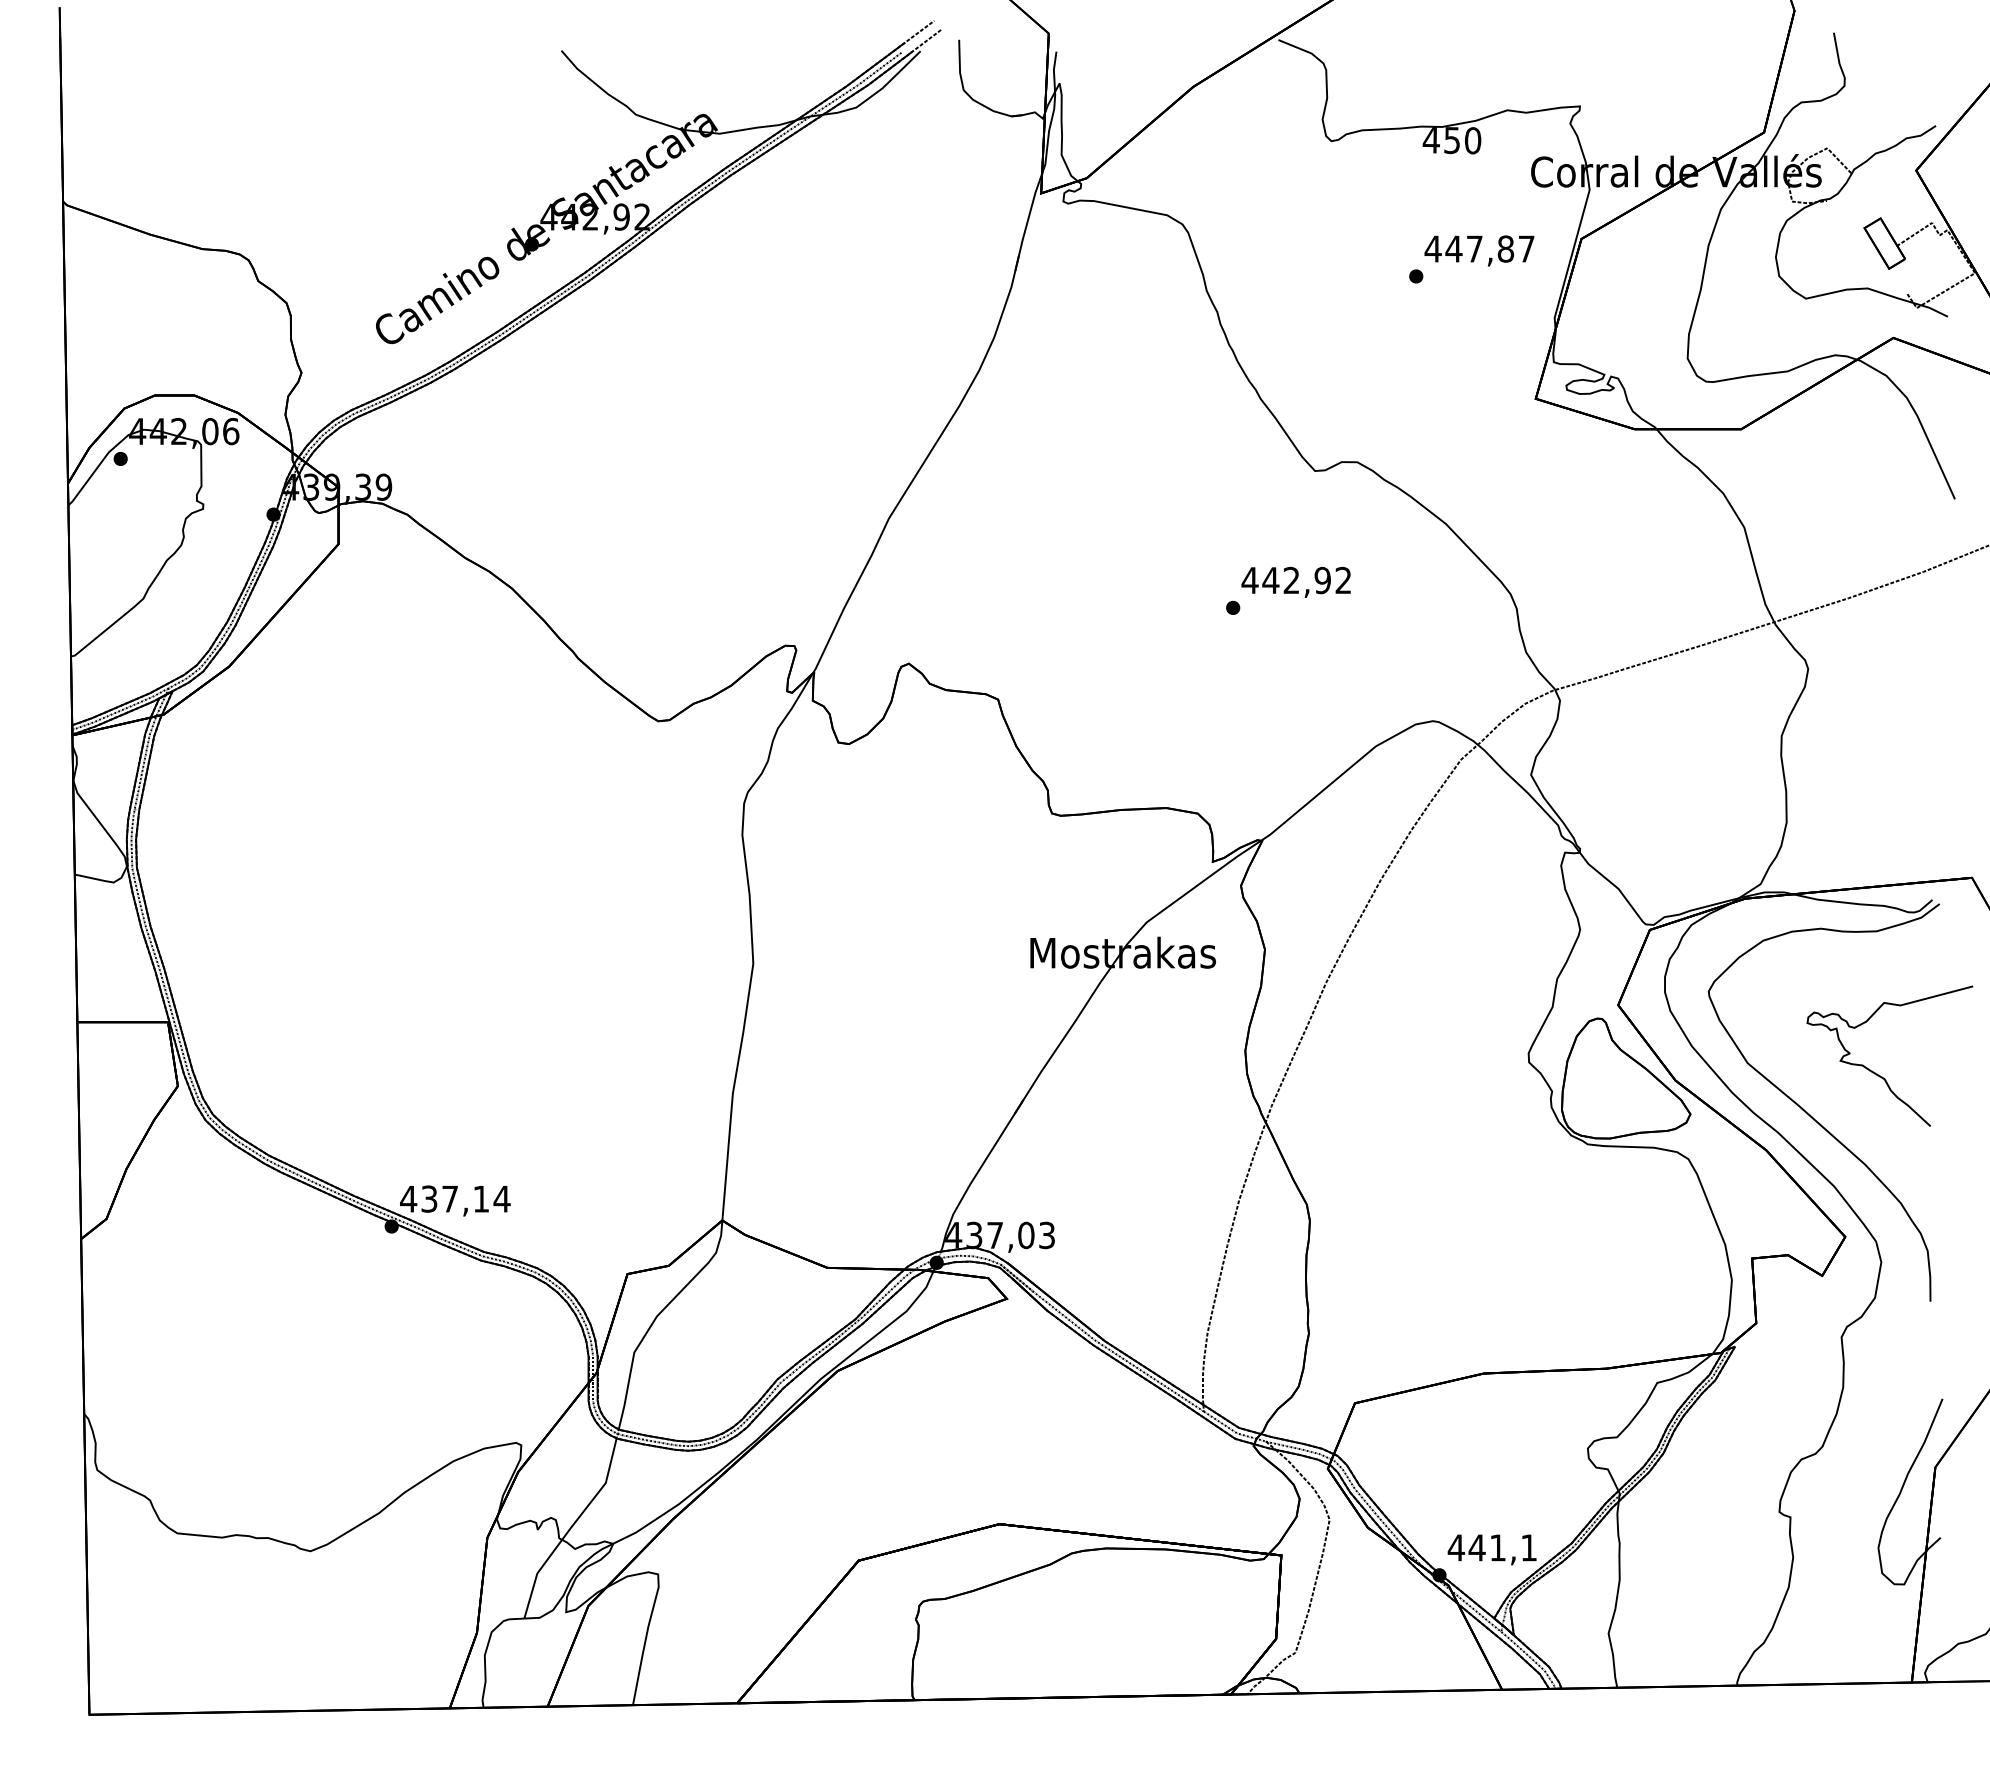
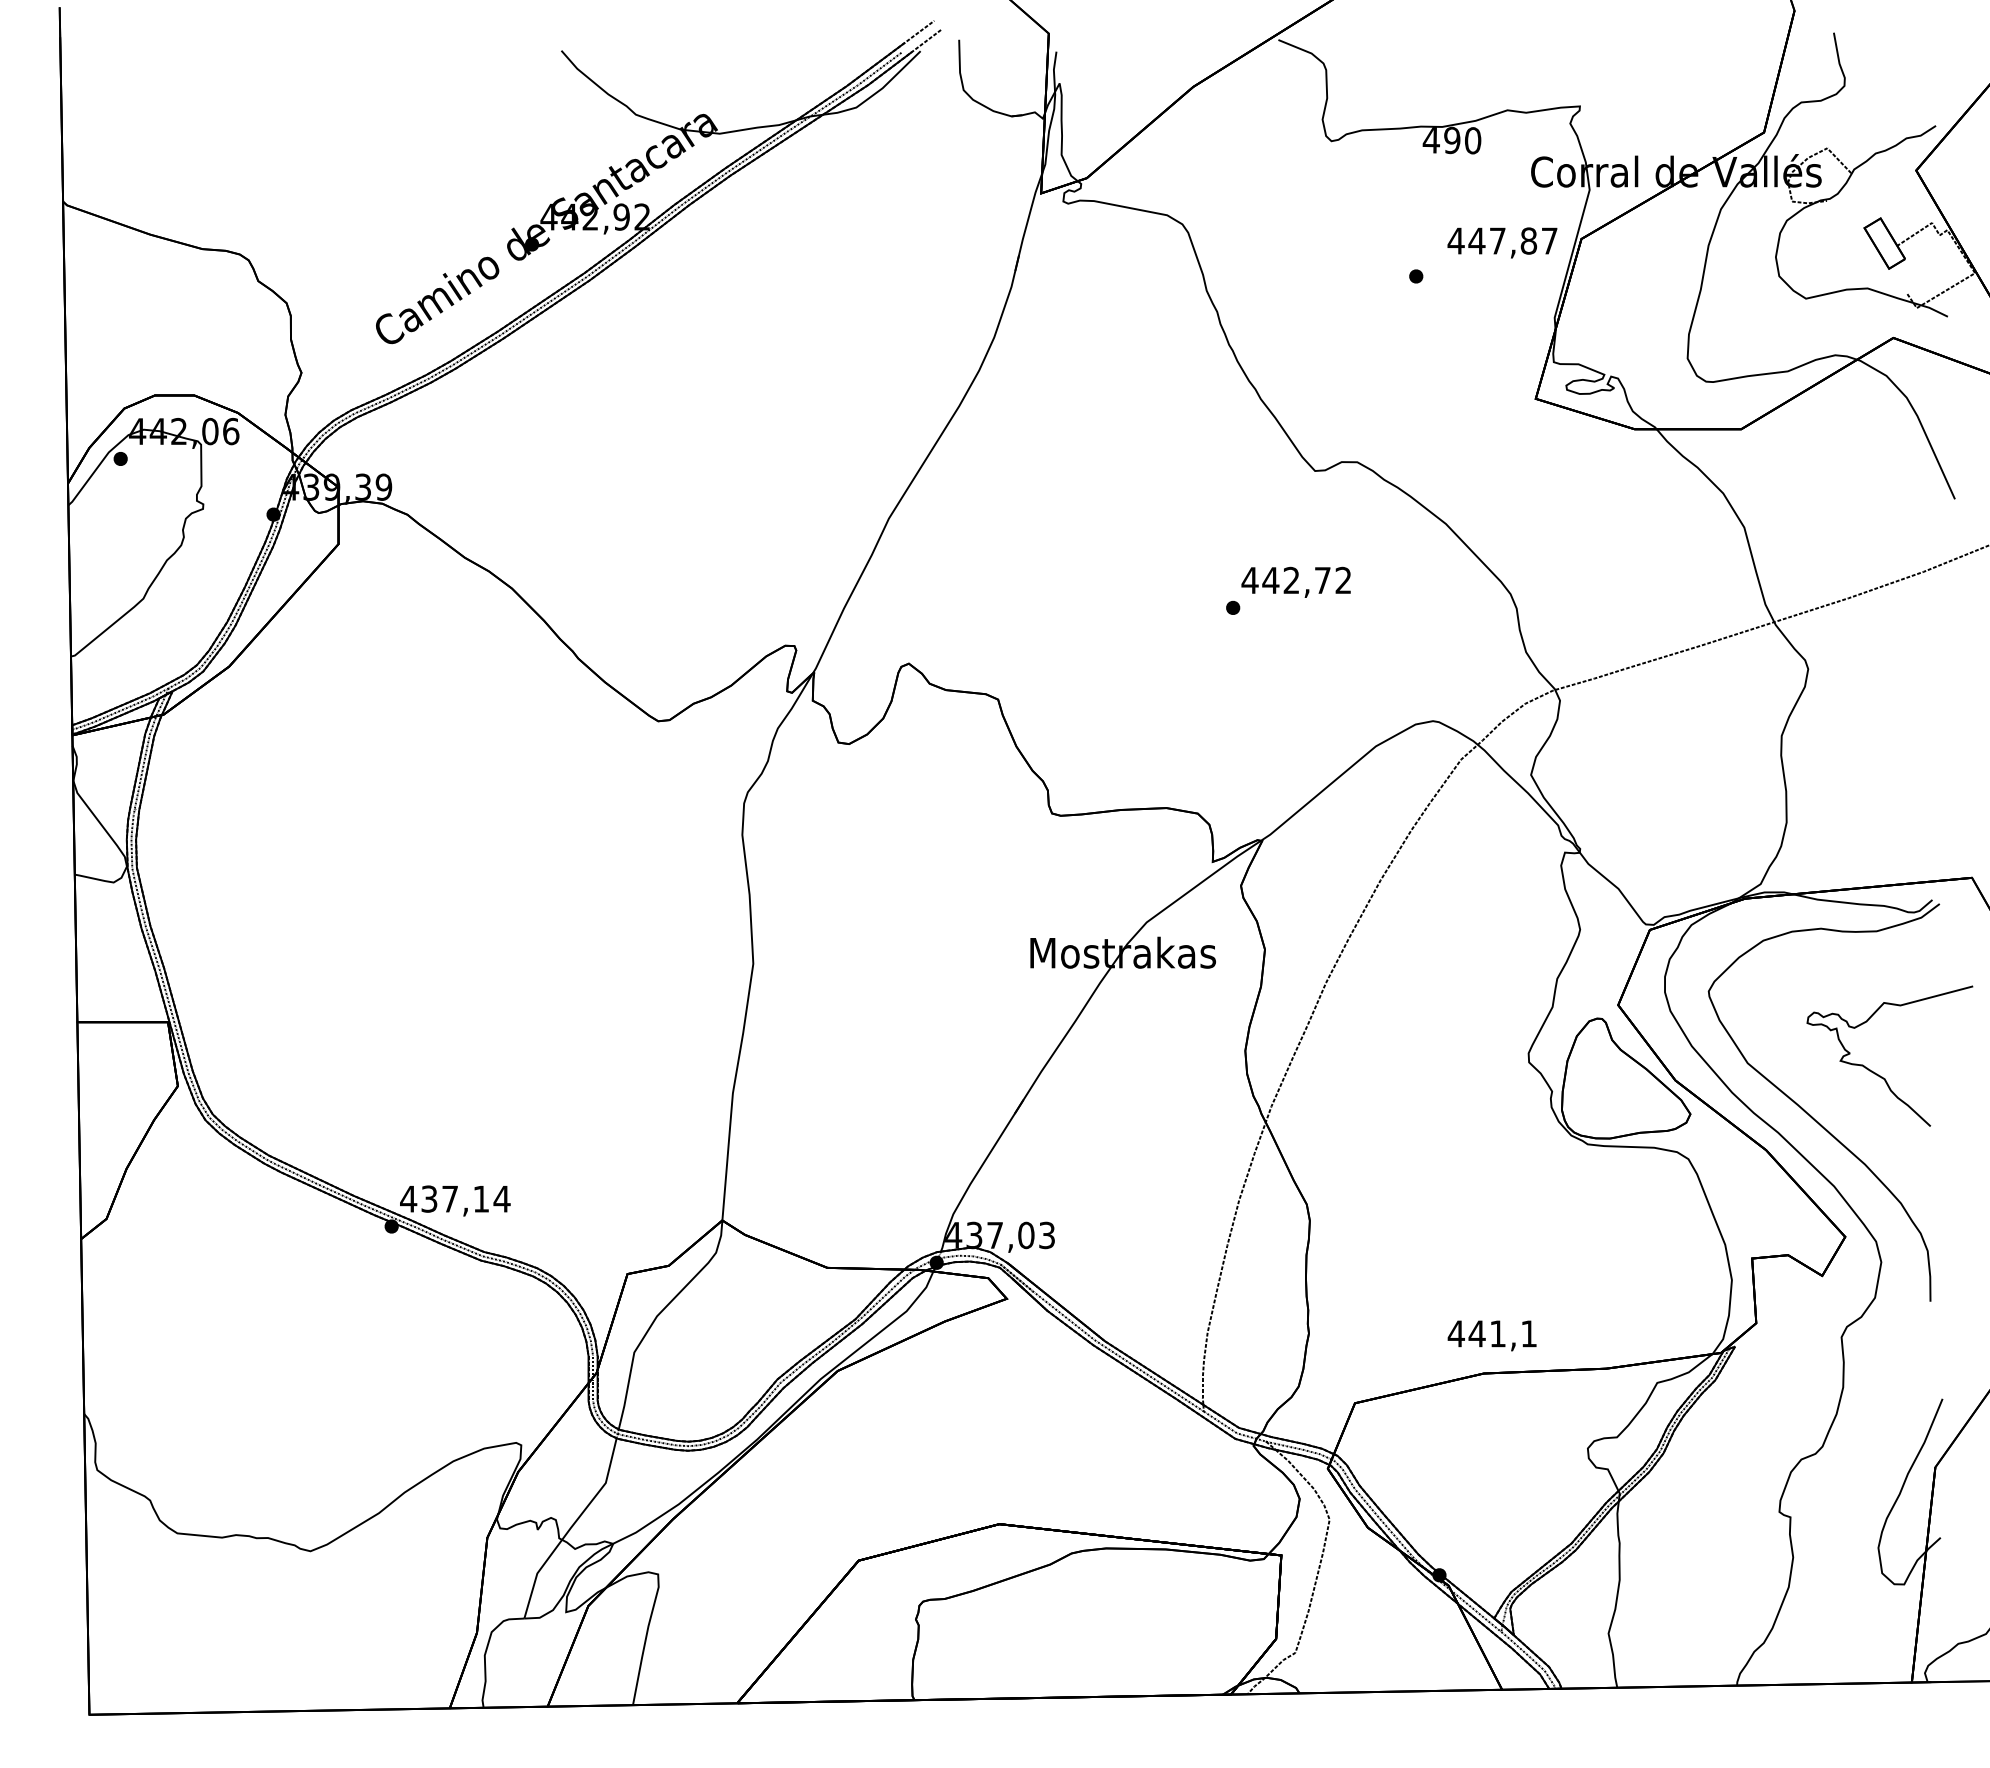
text at (1452, 139): 450 -> 490
text at (1479, 250) position: (1479, 250) -> (1502, 242)
text at (1322, 580): 442,92 -> 442,72
text at (1491, 1549) position: (1491, 1549) -> (1491, 1335)
